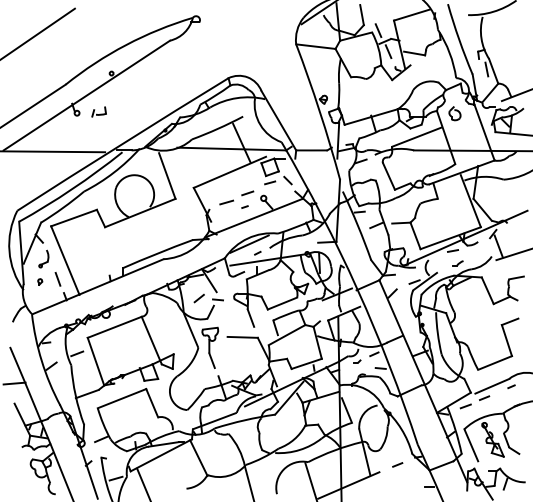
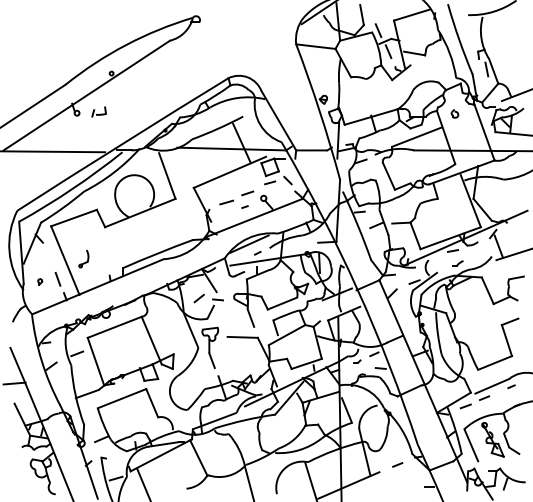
line at (38, 33): present -> none
part at (454, 113) size: 14x16 px -> 10x10 px
part at (43, 258) position: (43, 258) -> (83, 258)
